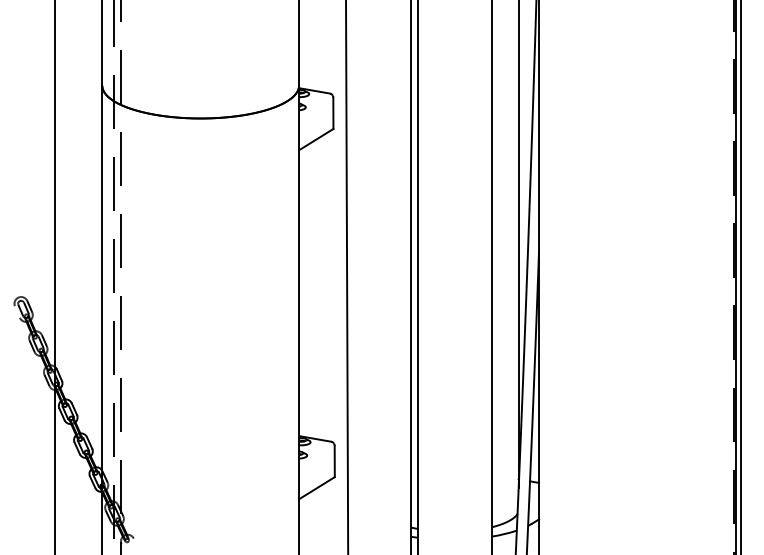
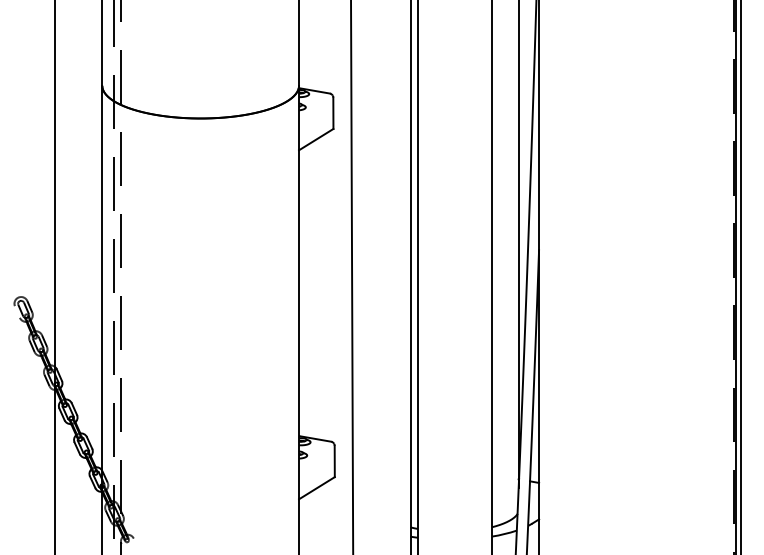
line at (347, 276) position: (347, 276) -> (352, 276)
